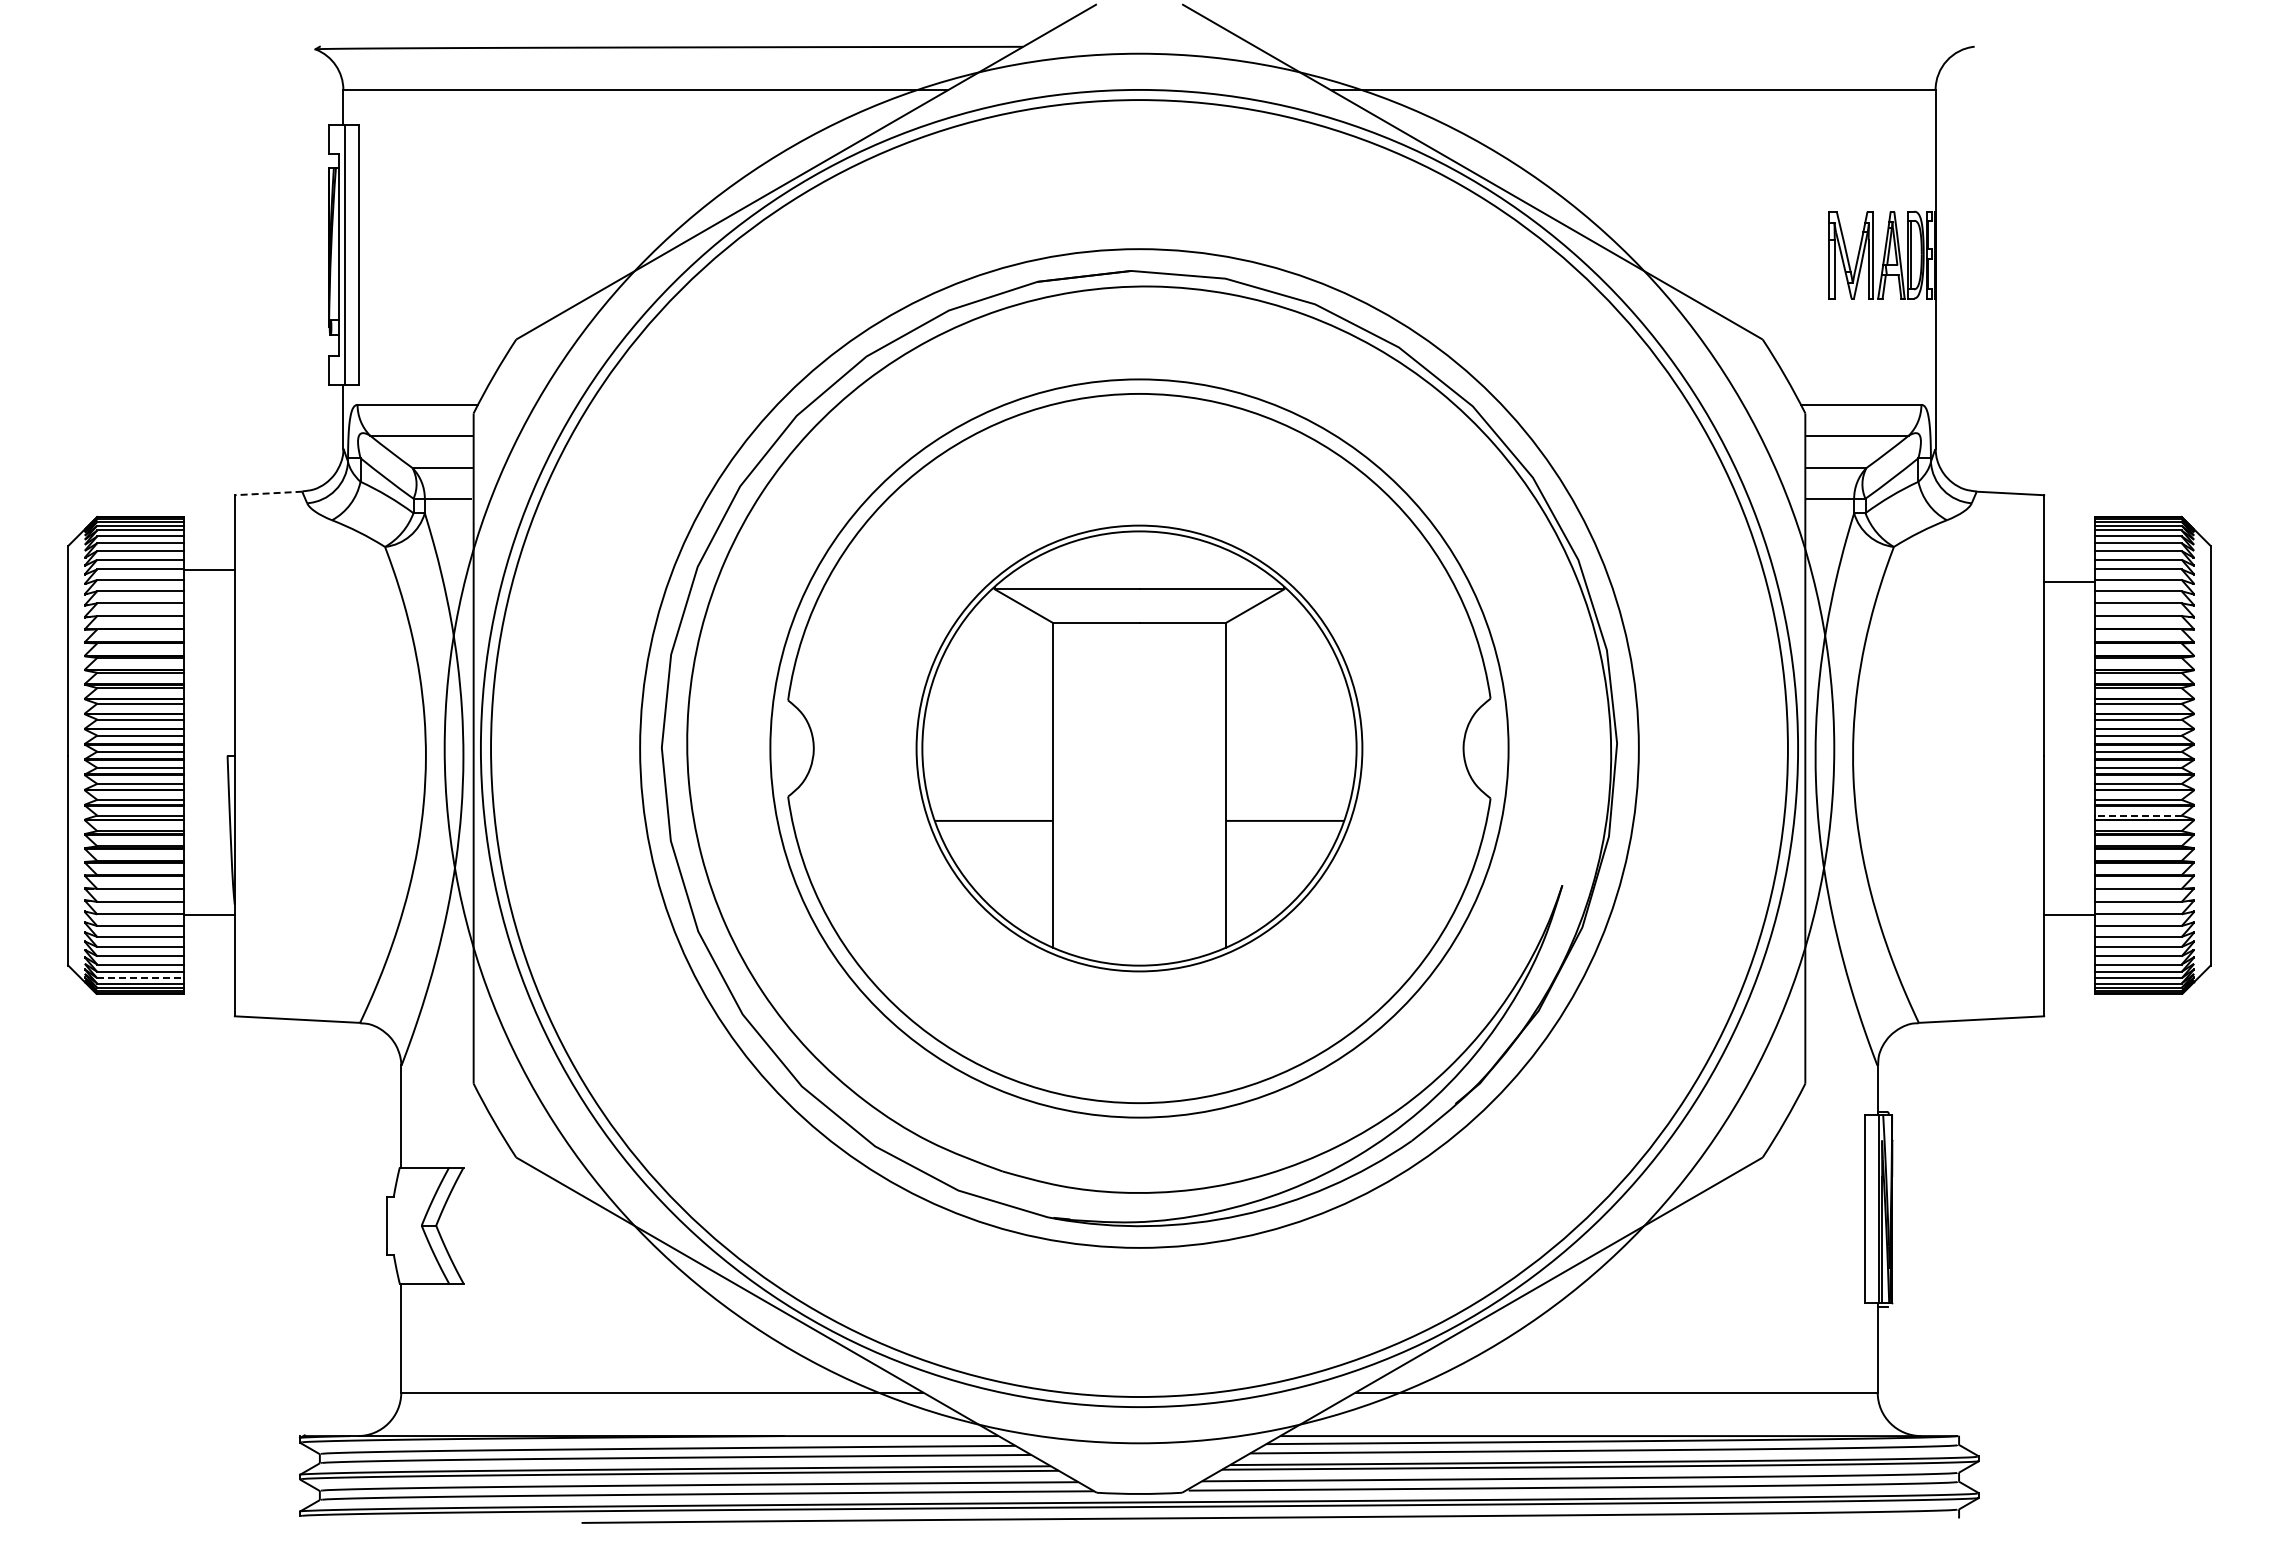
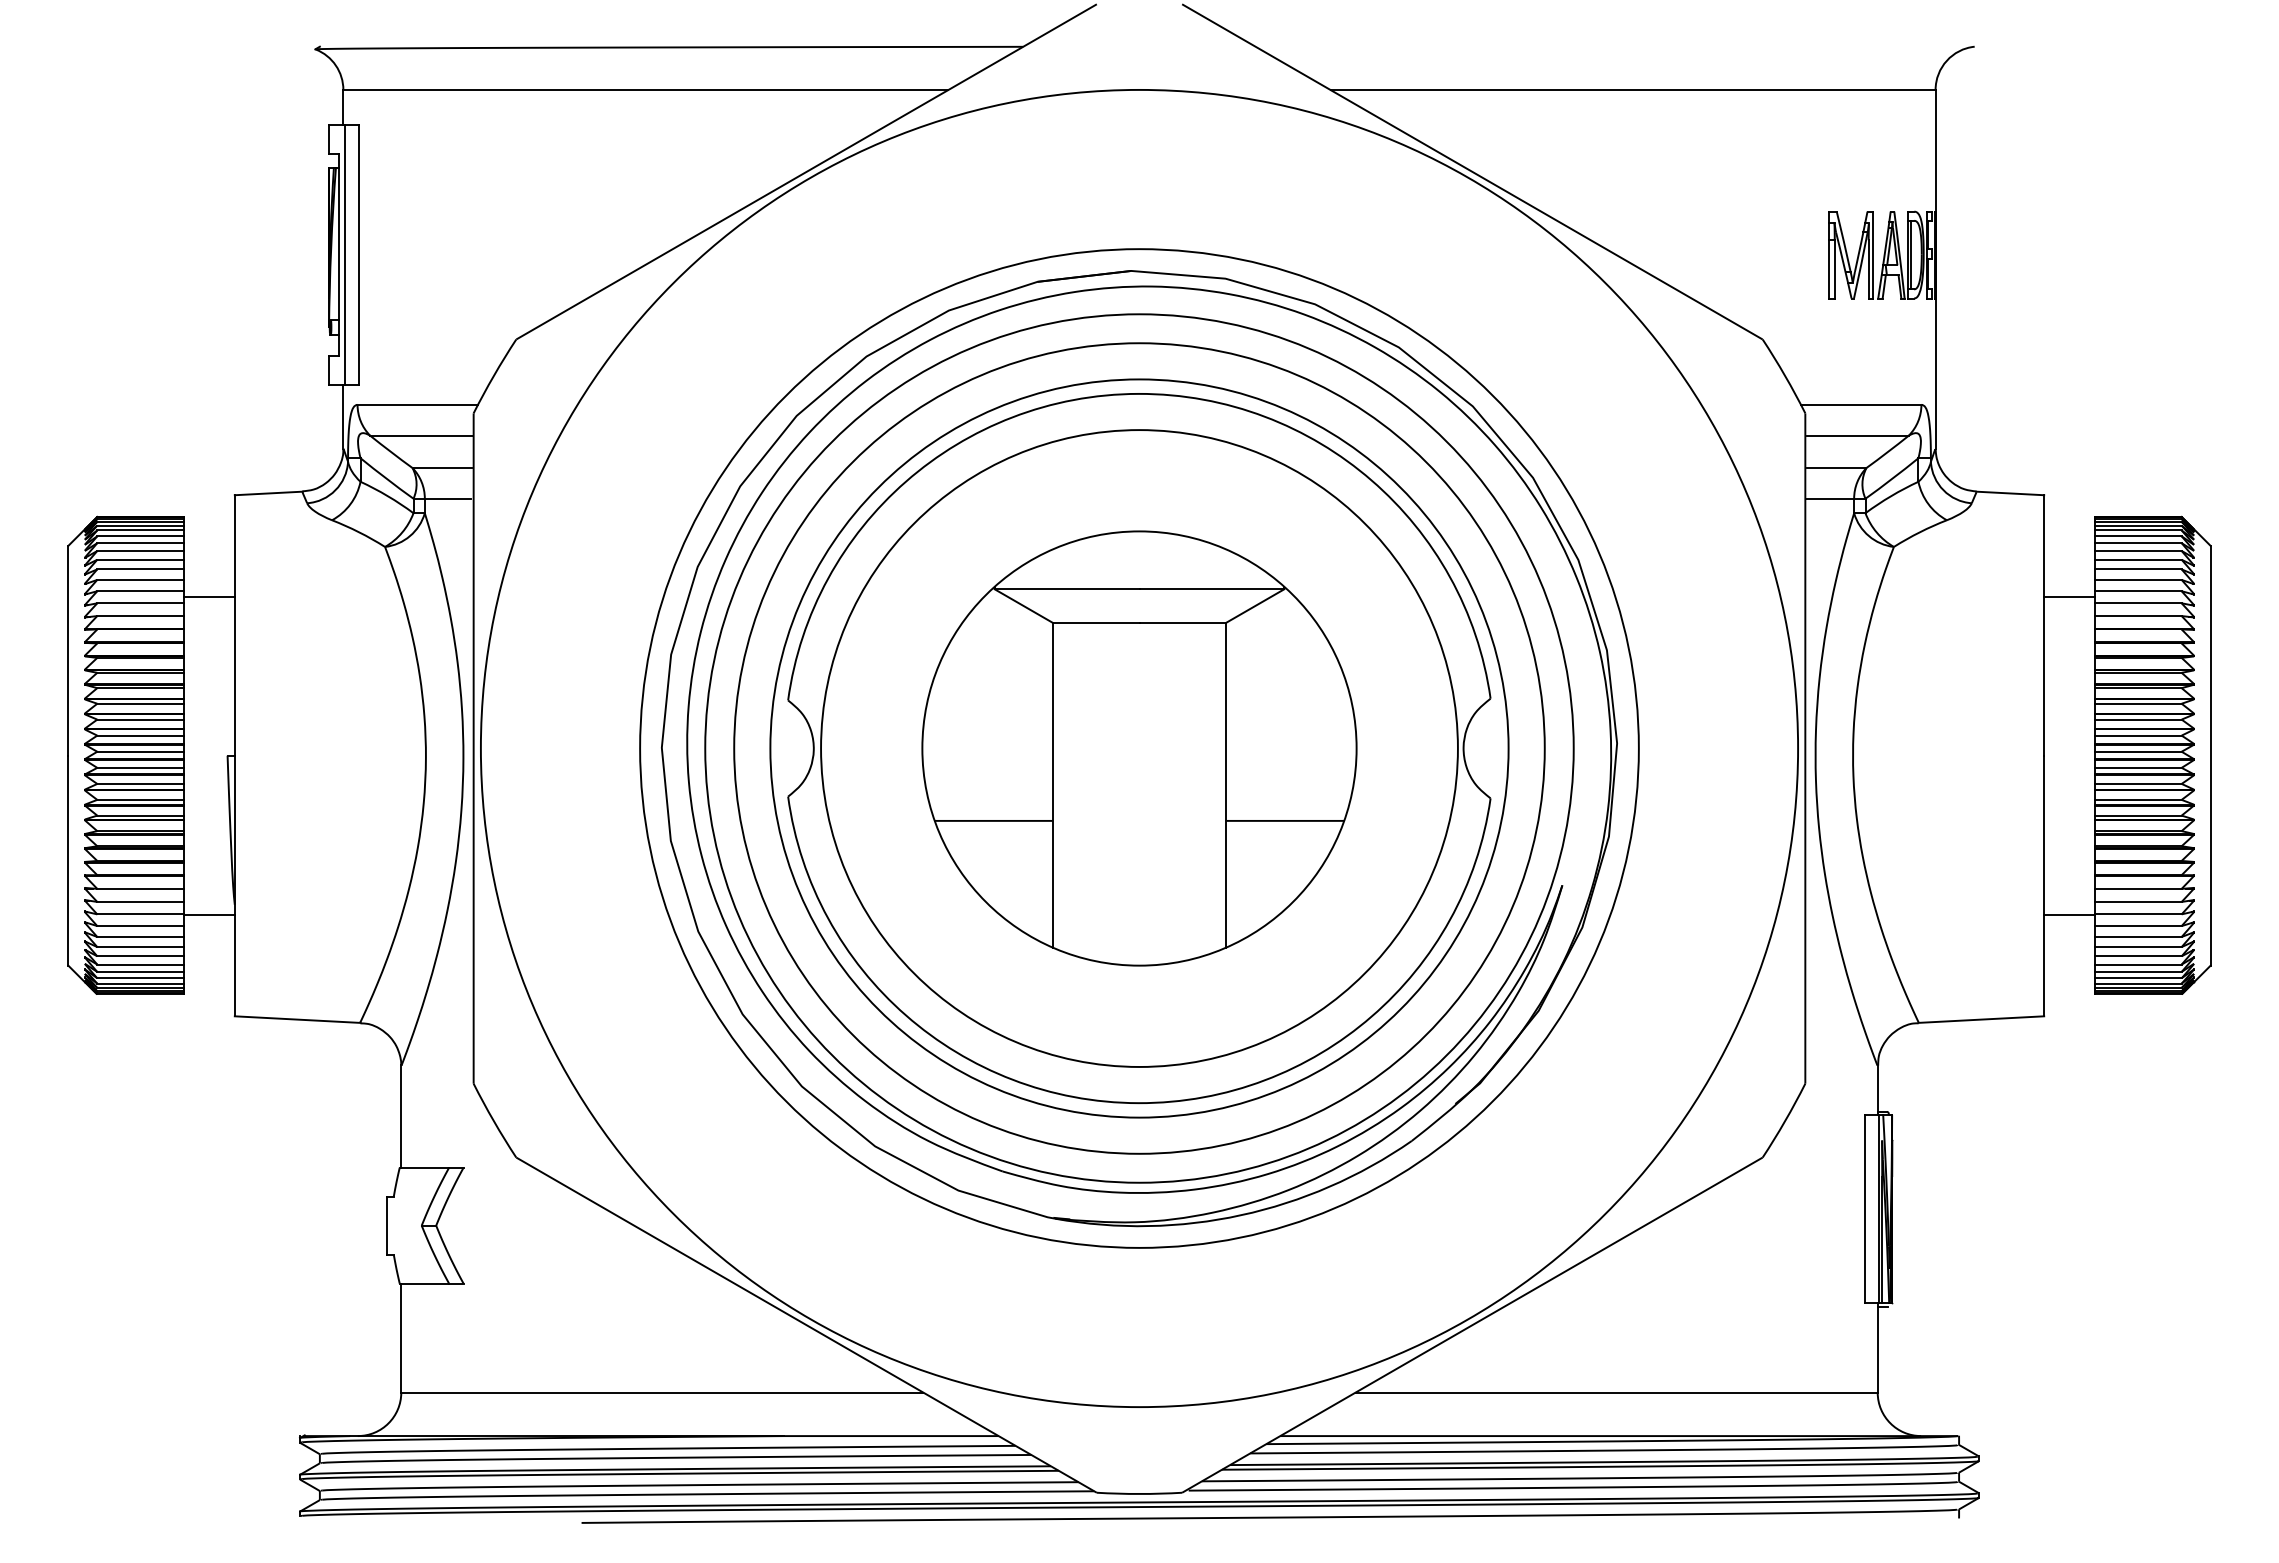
line at (268, 493): dashed -> solid
line at (209, 569) position: (209, 569) -> (209, 596)
line at (2069, 581) position: (2069, 581) -> (2069, 596)
circle at (1139, 748) diameter: 1297 px -> 811 px
circle at (1139, 748) diameter: 1390 px -> 868 px
circle at (1139, 748) diameter: 446 px -> 637 px
line at (2137, 815): dashed -> solid
line at (141, 978): dashed -> solid
